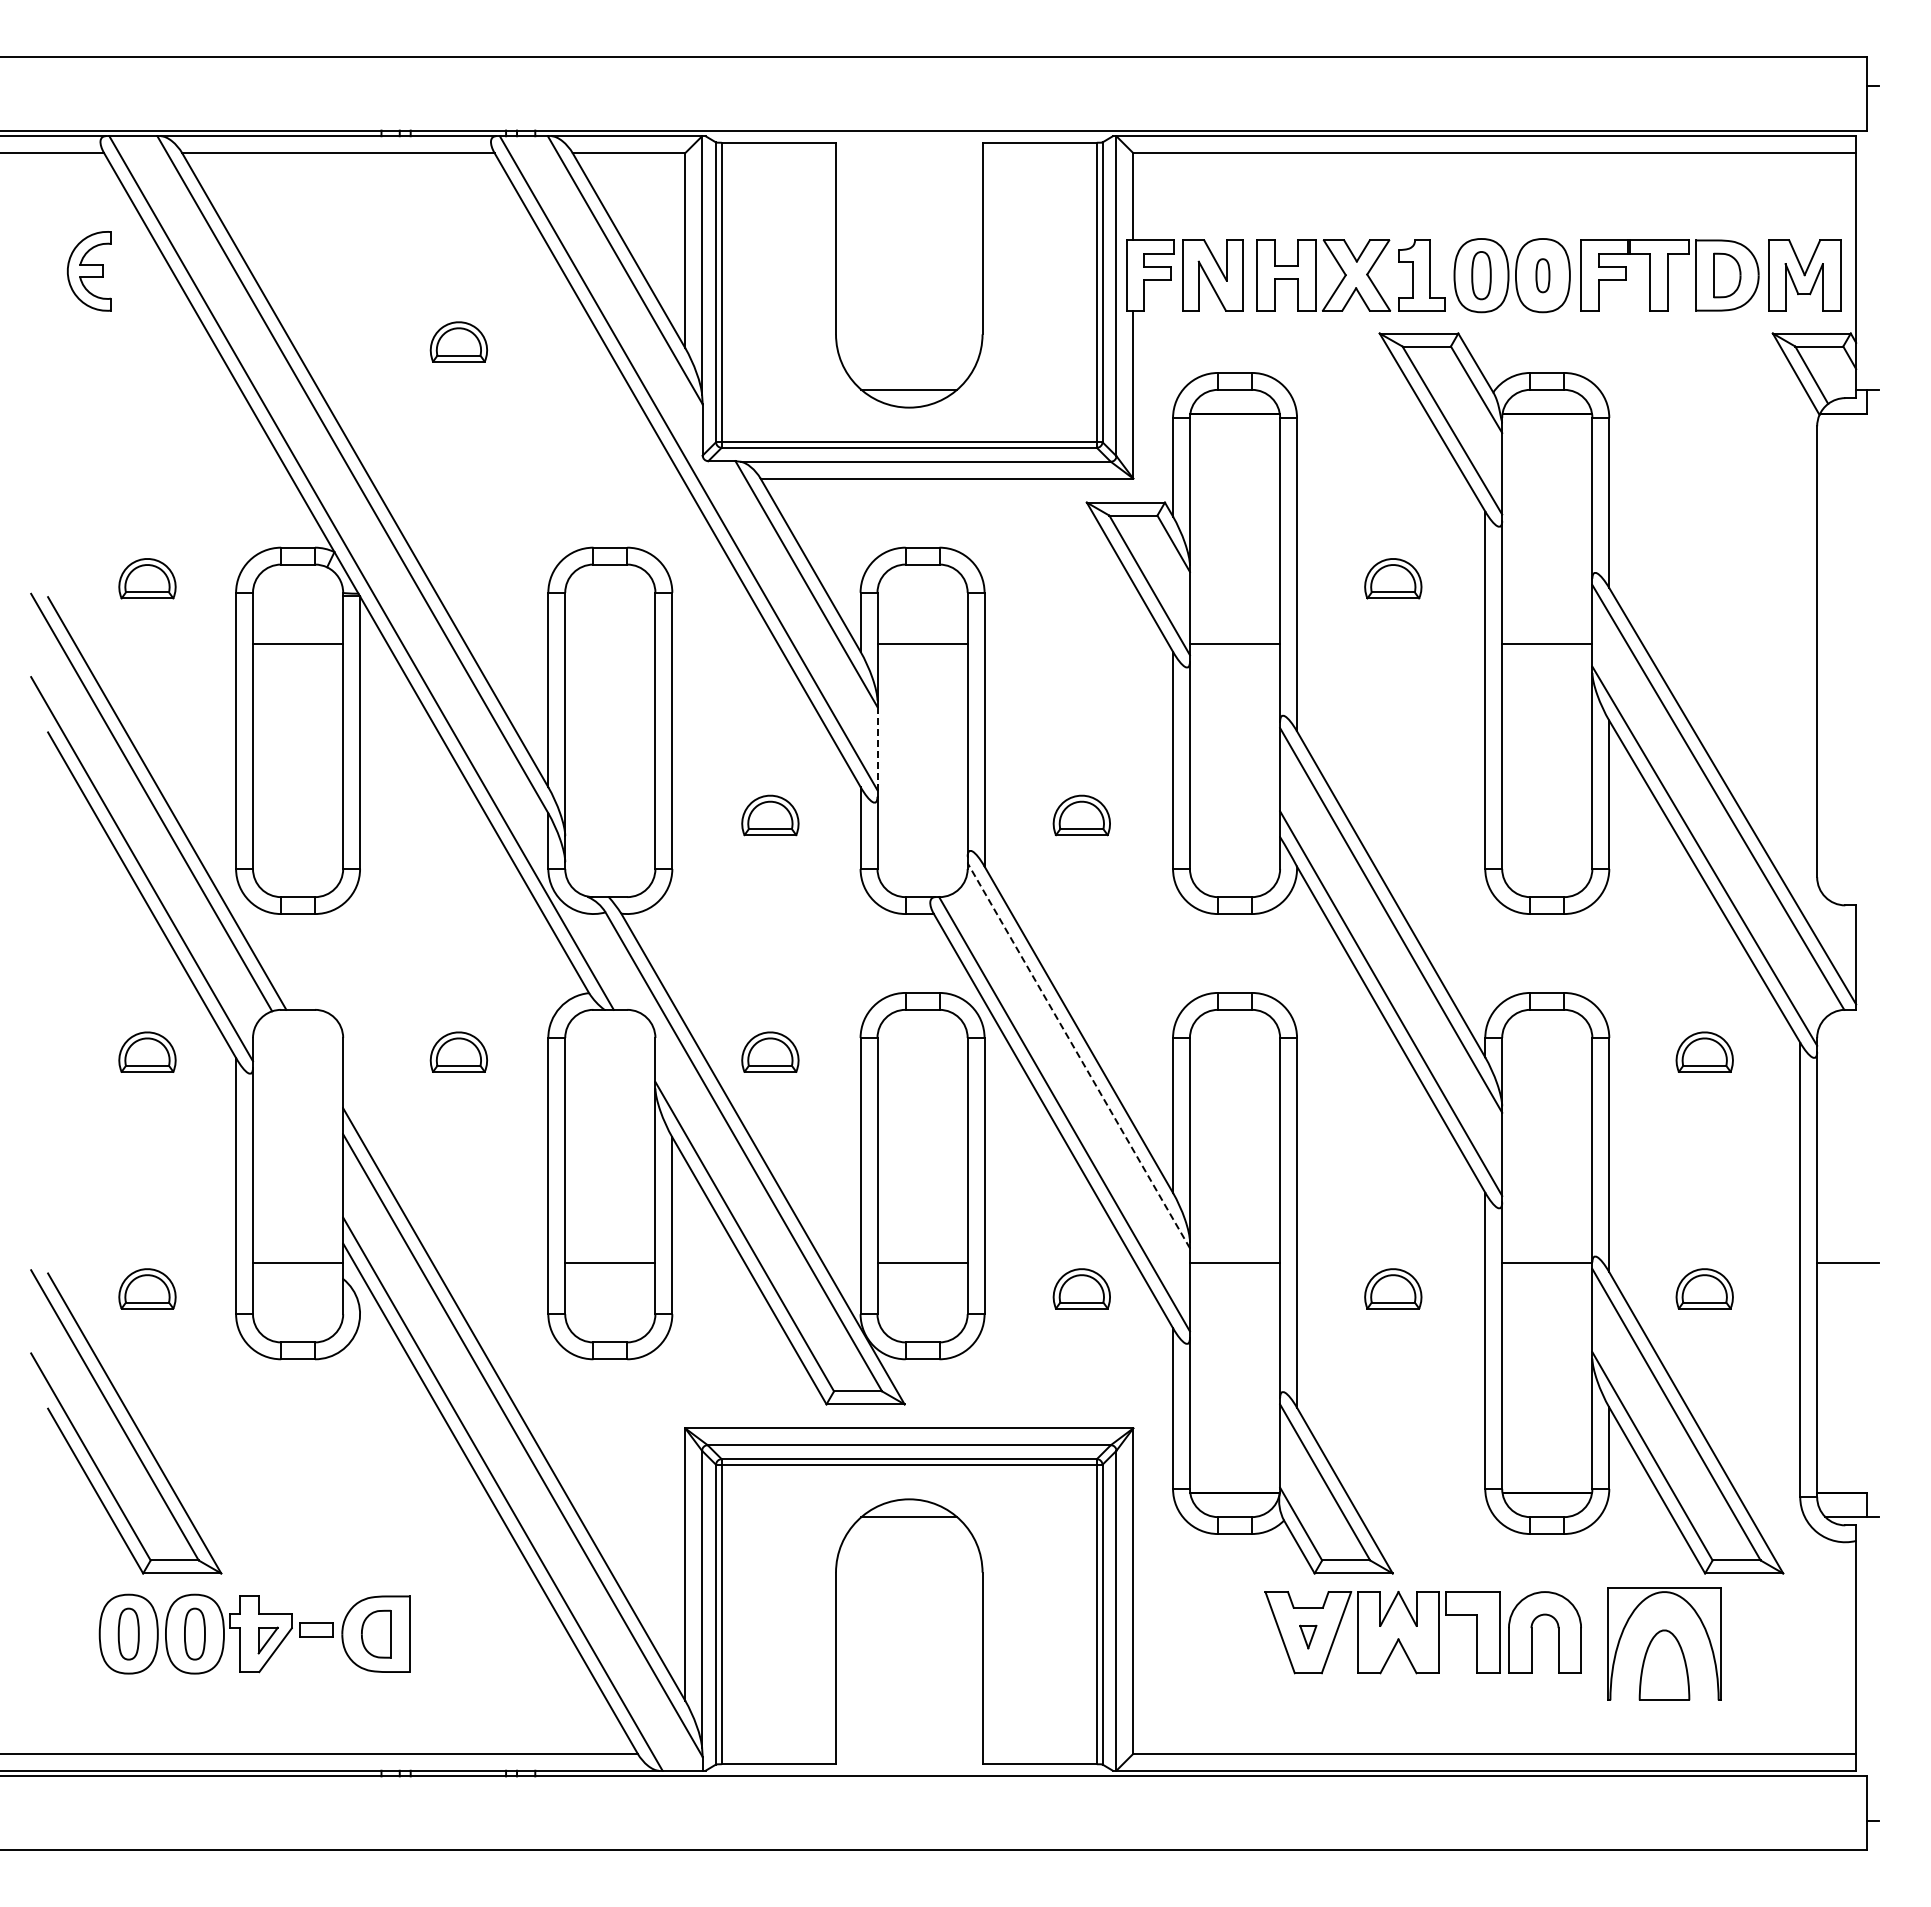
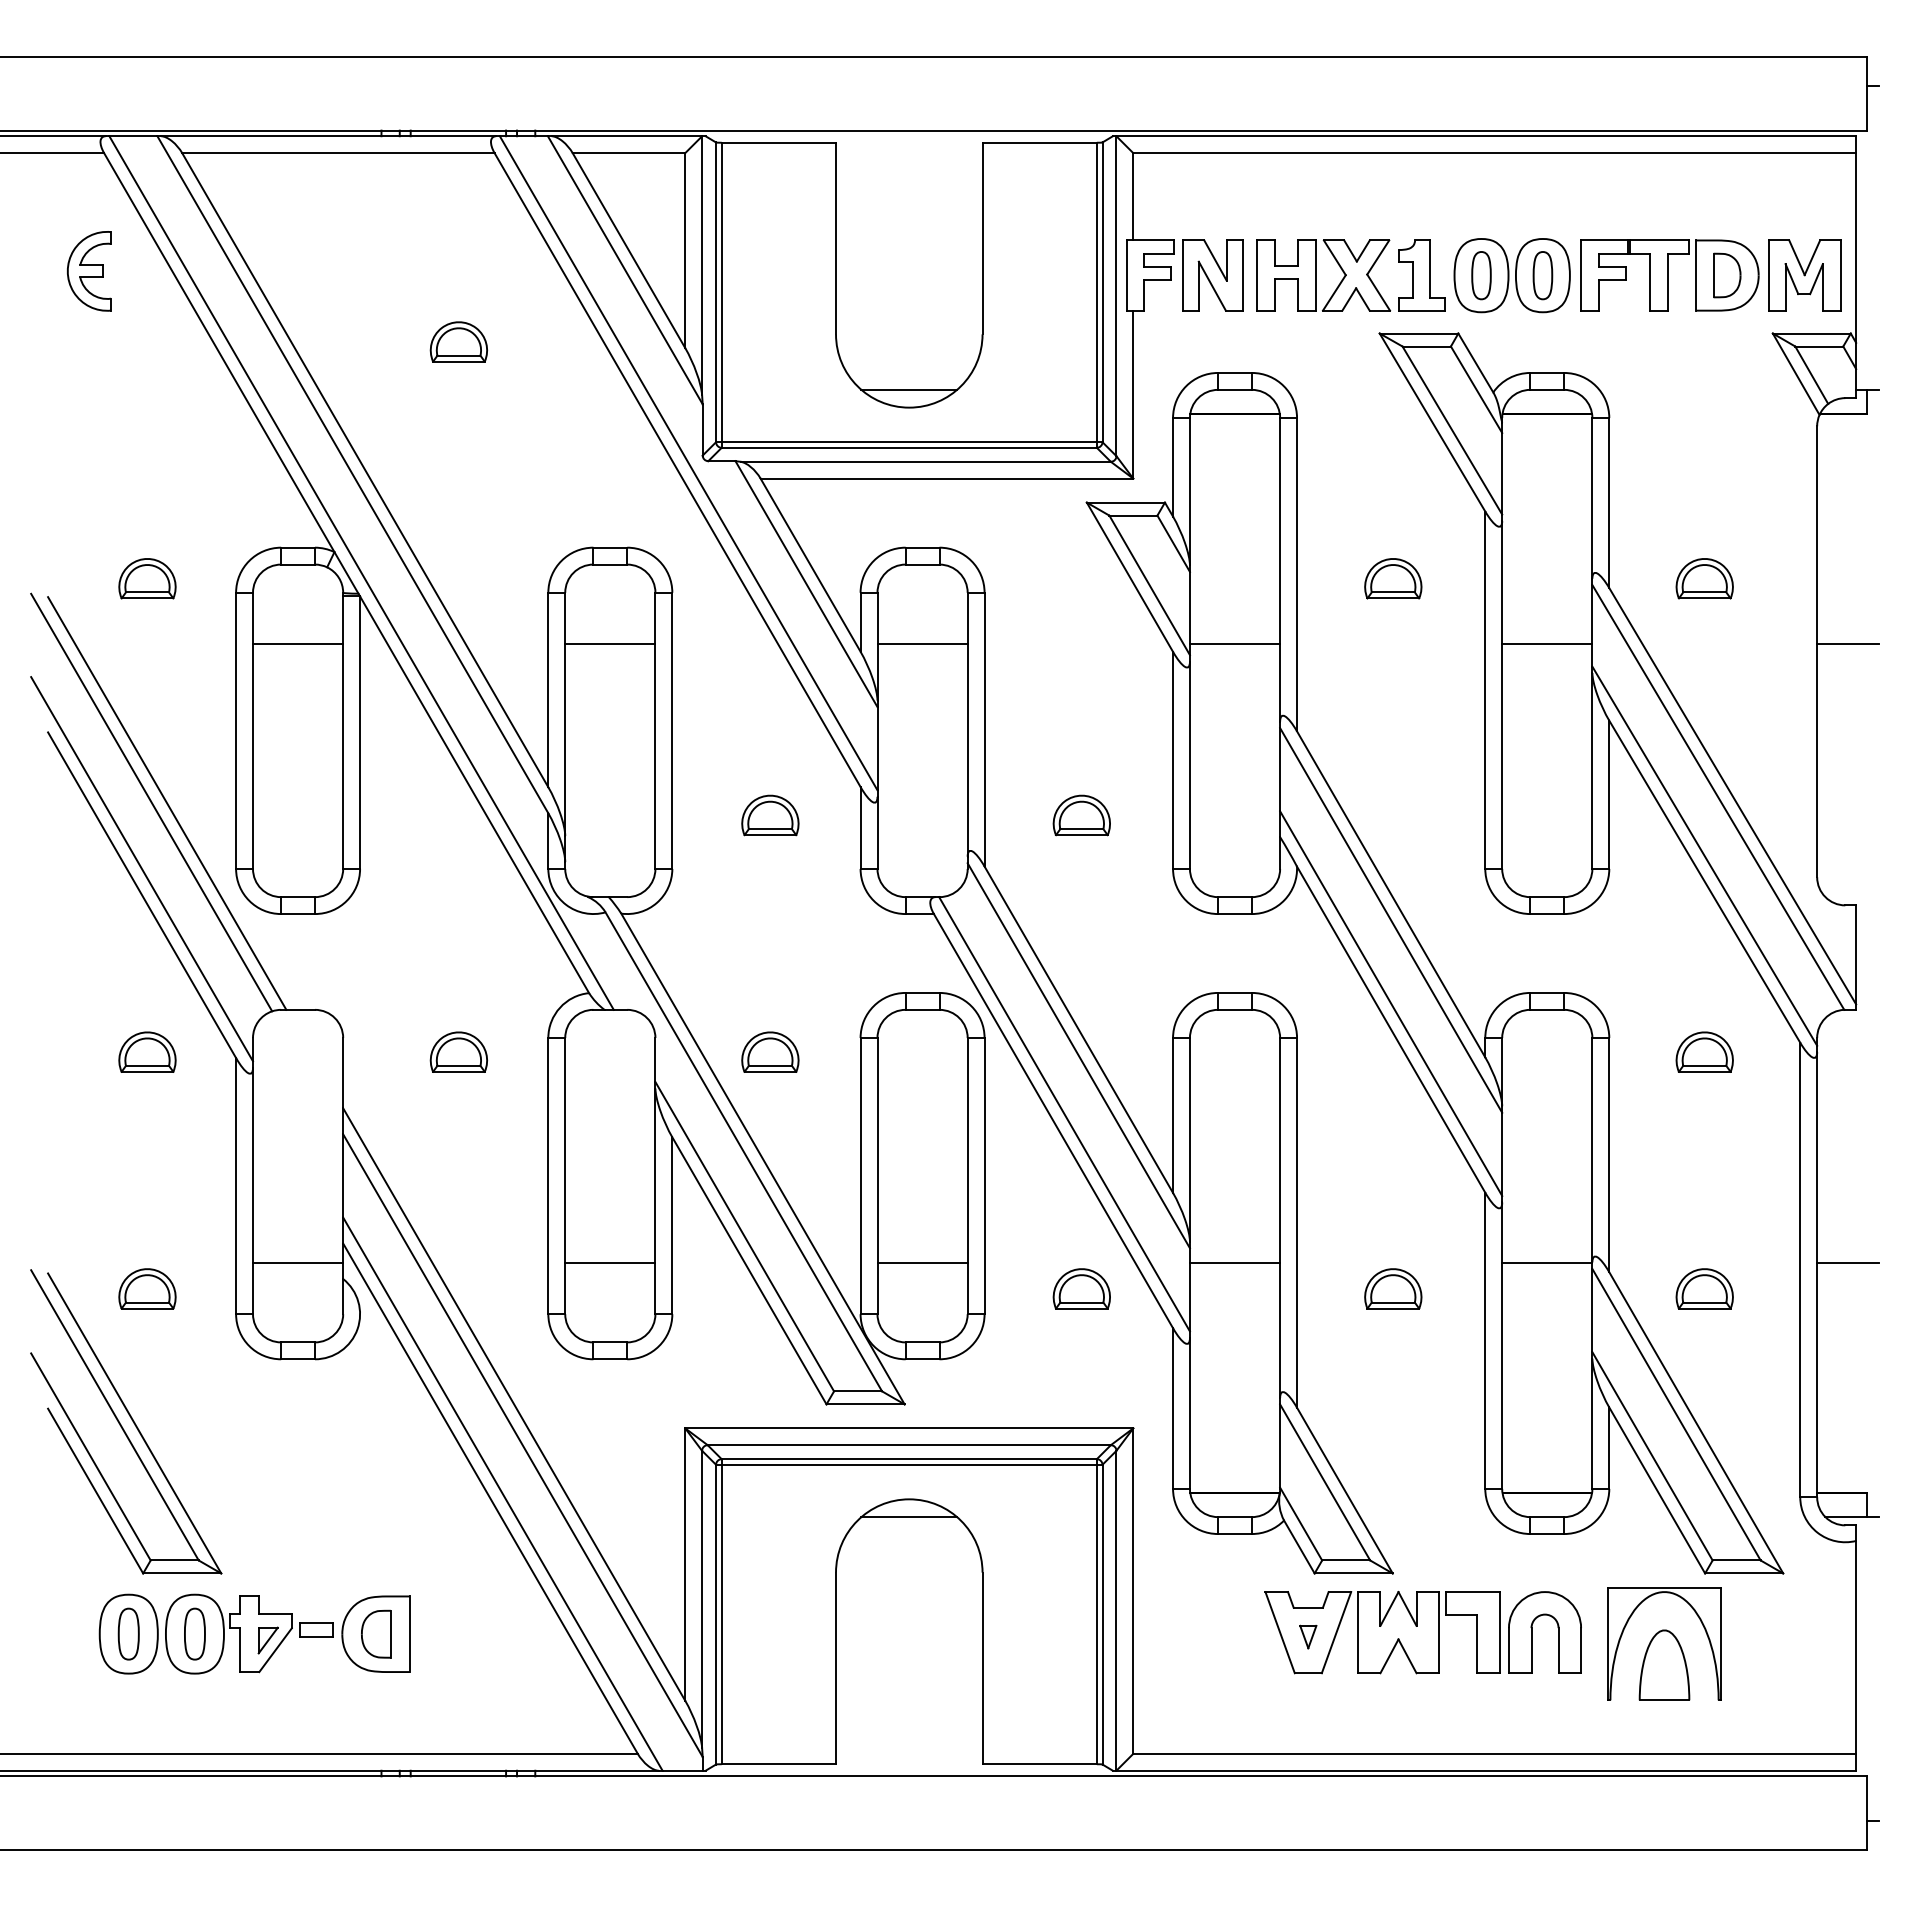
part at (1542, 275) size: 16x36 px -> 22x50 px
part at (1704, 578): none -> present
line at (610, 643): none -> present
line at (1847, 643): none -> present
line at (877, 748): dashed -> solid
line at (1078, 1055): dashed -> solid
